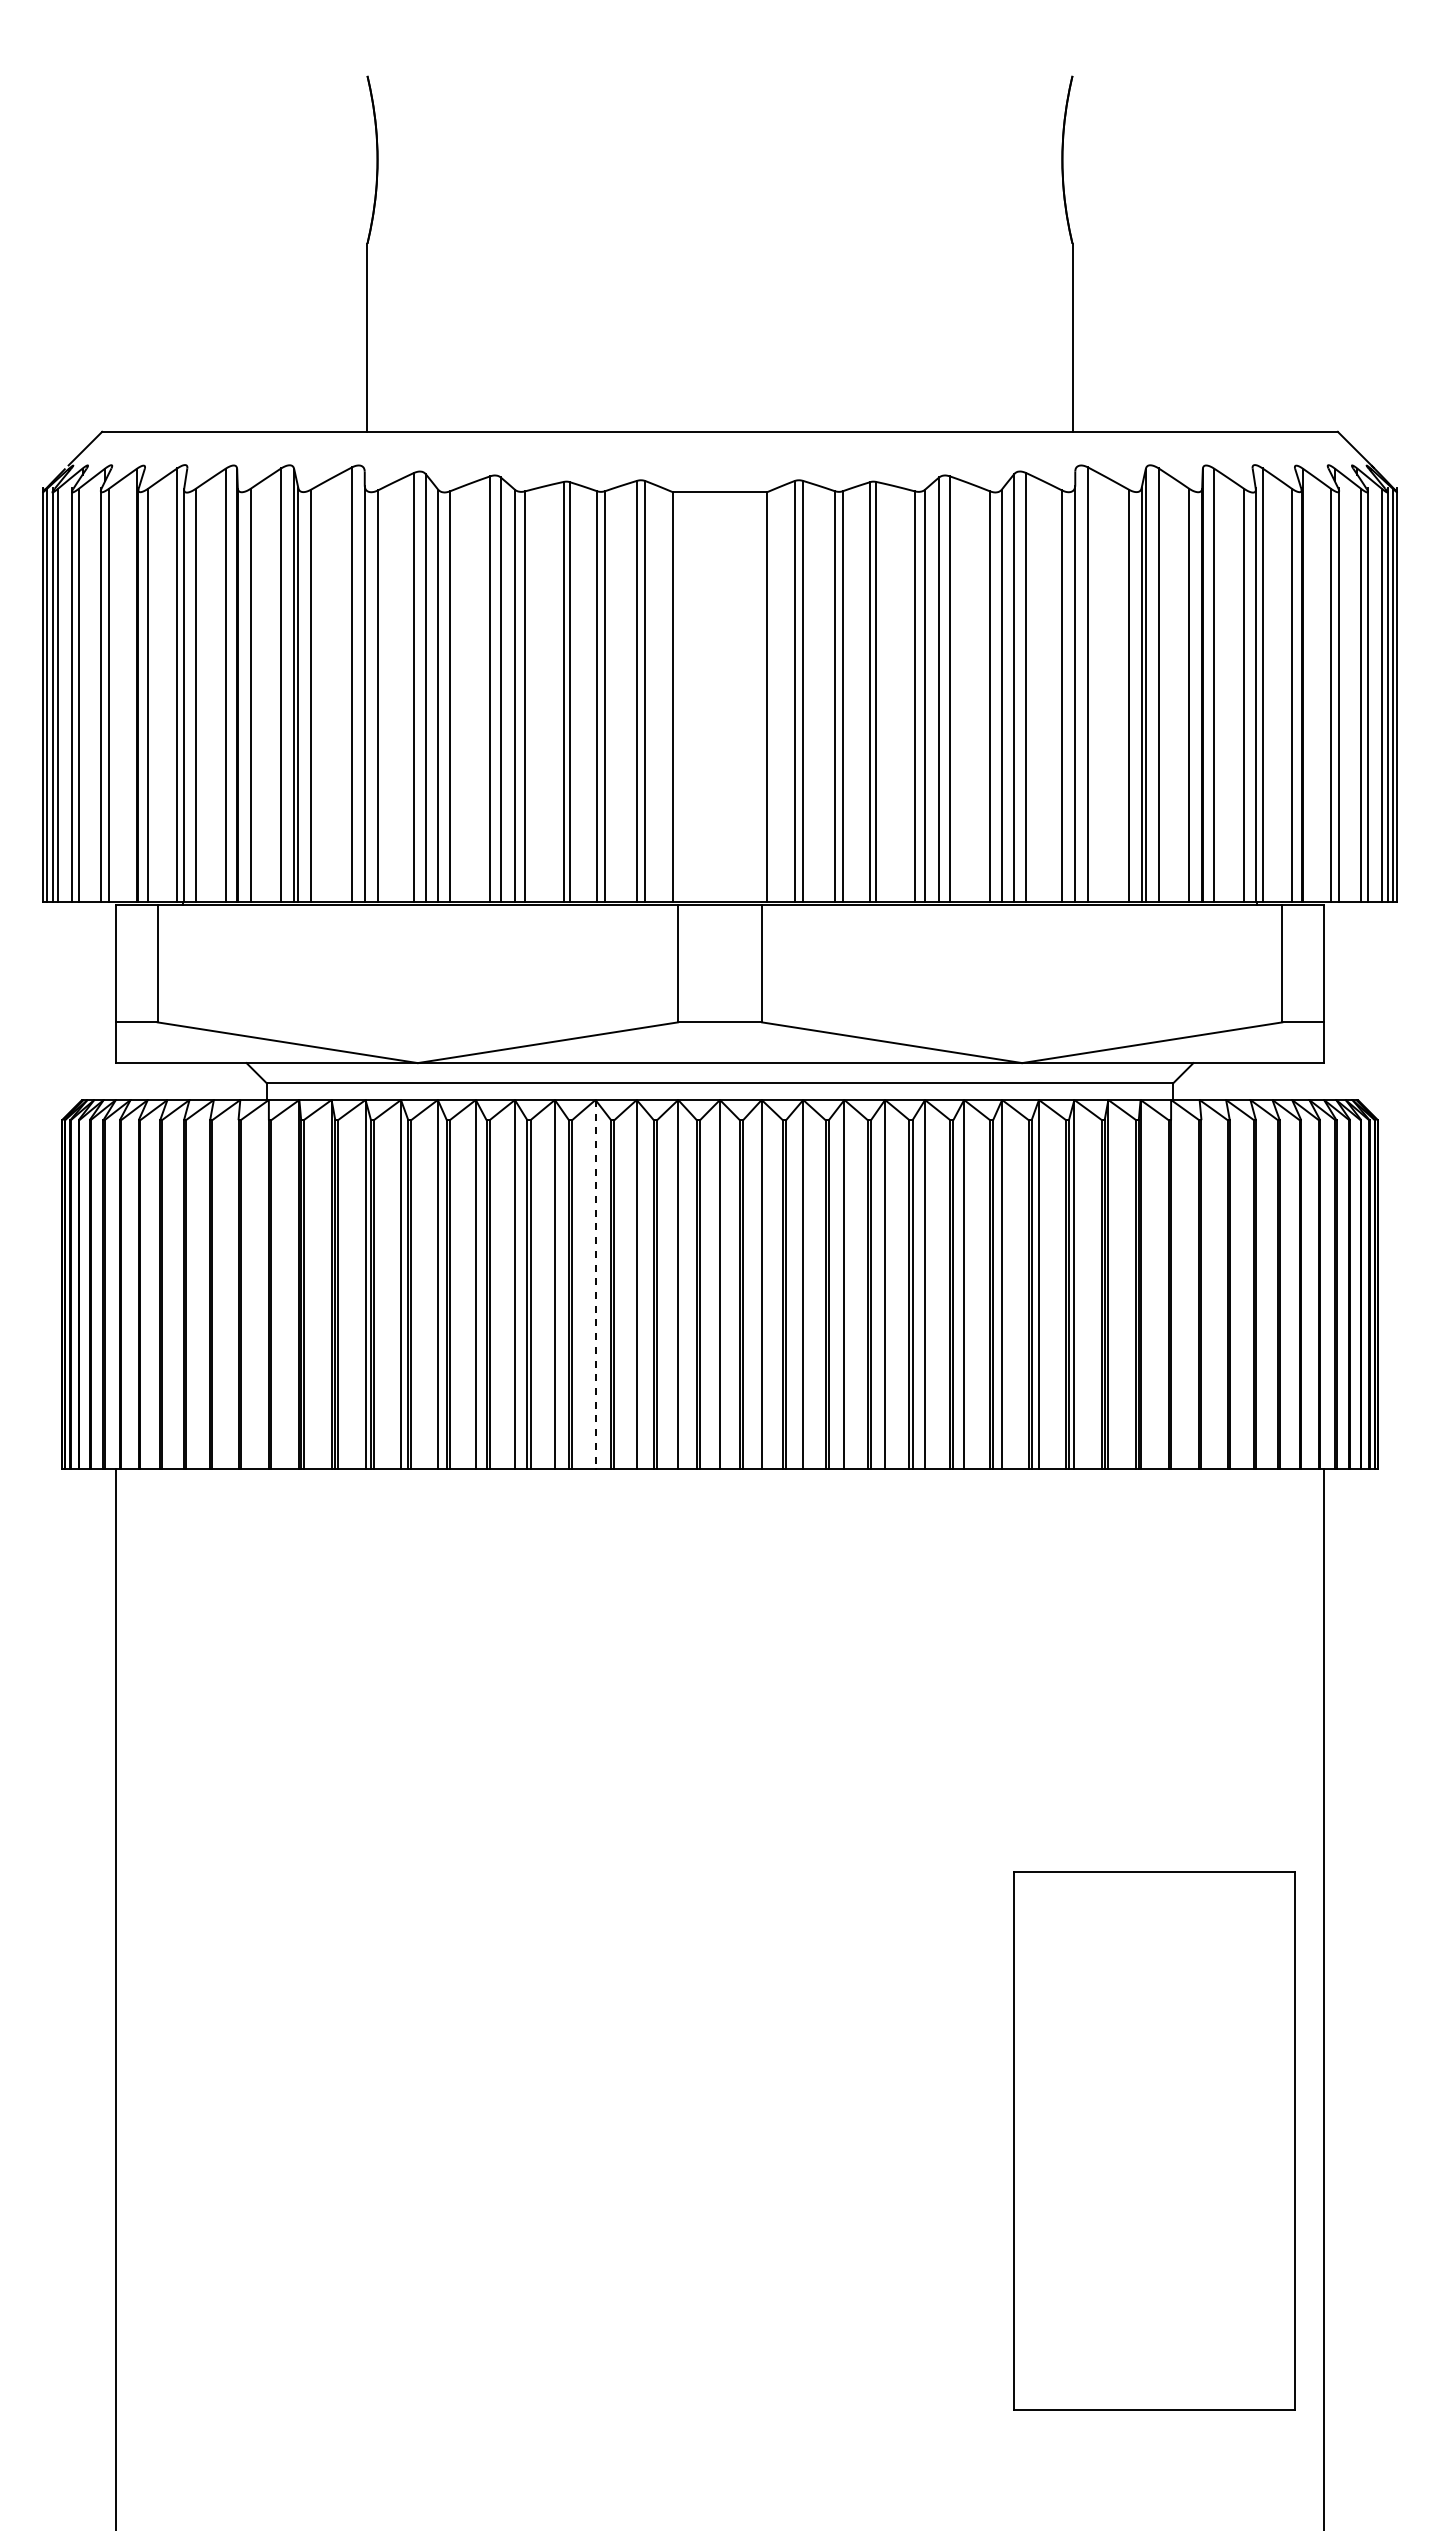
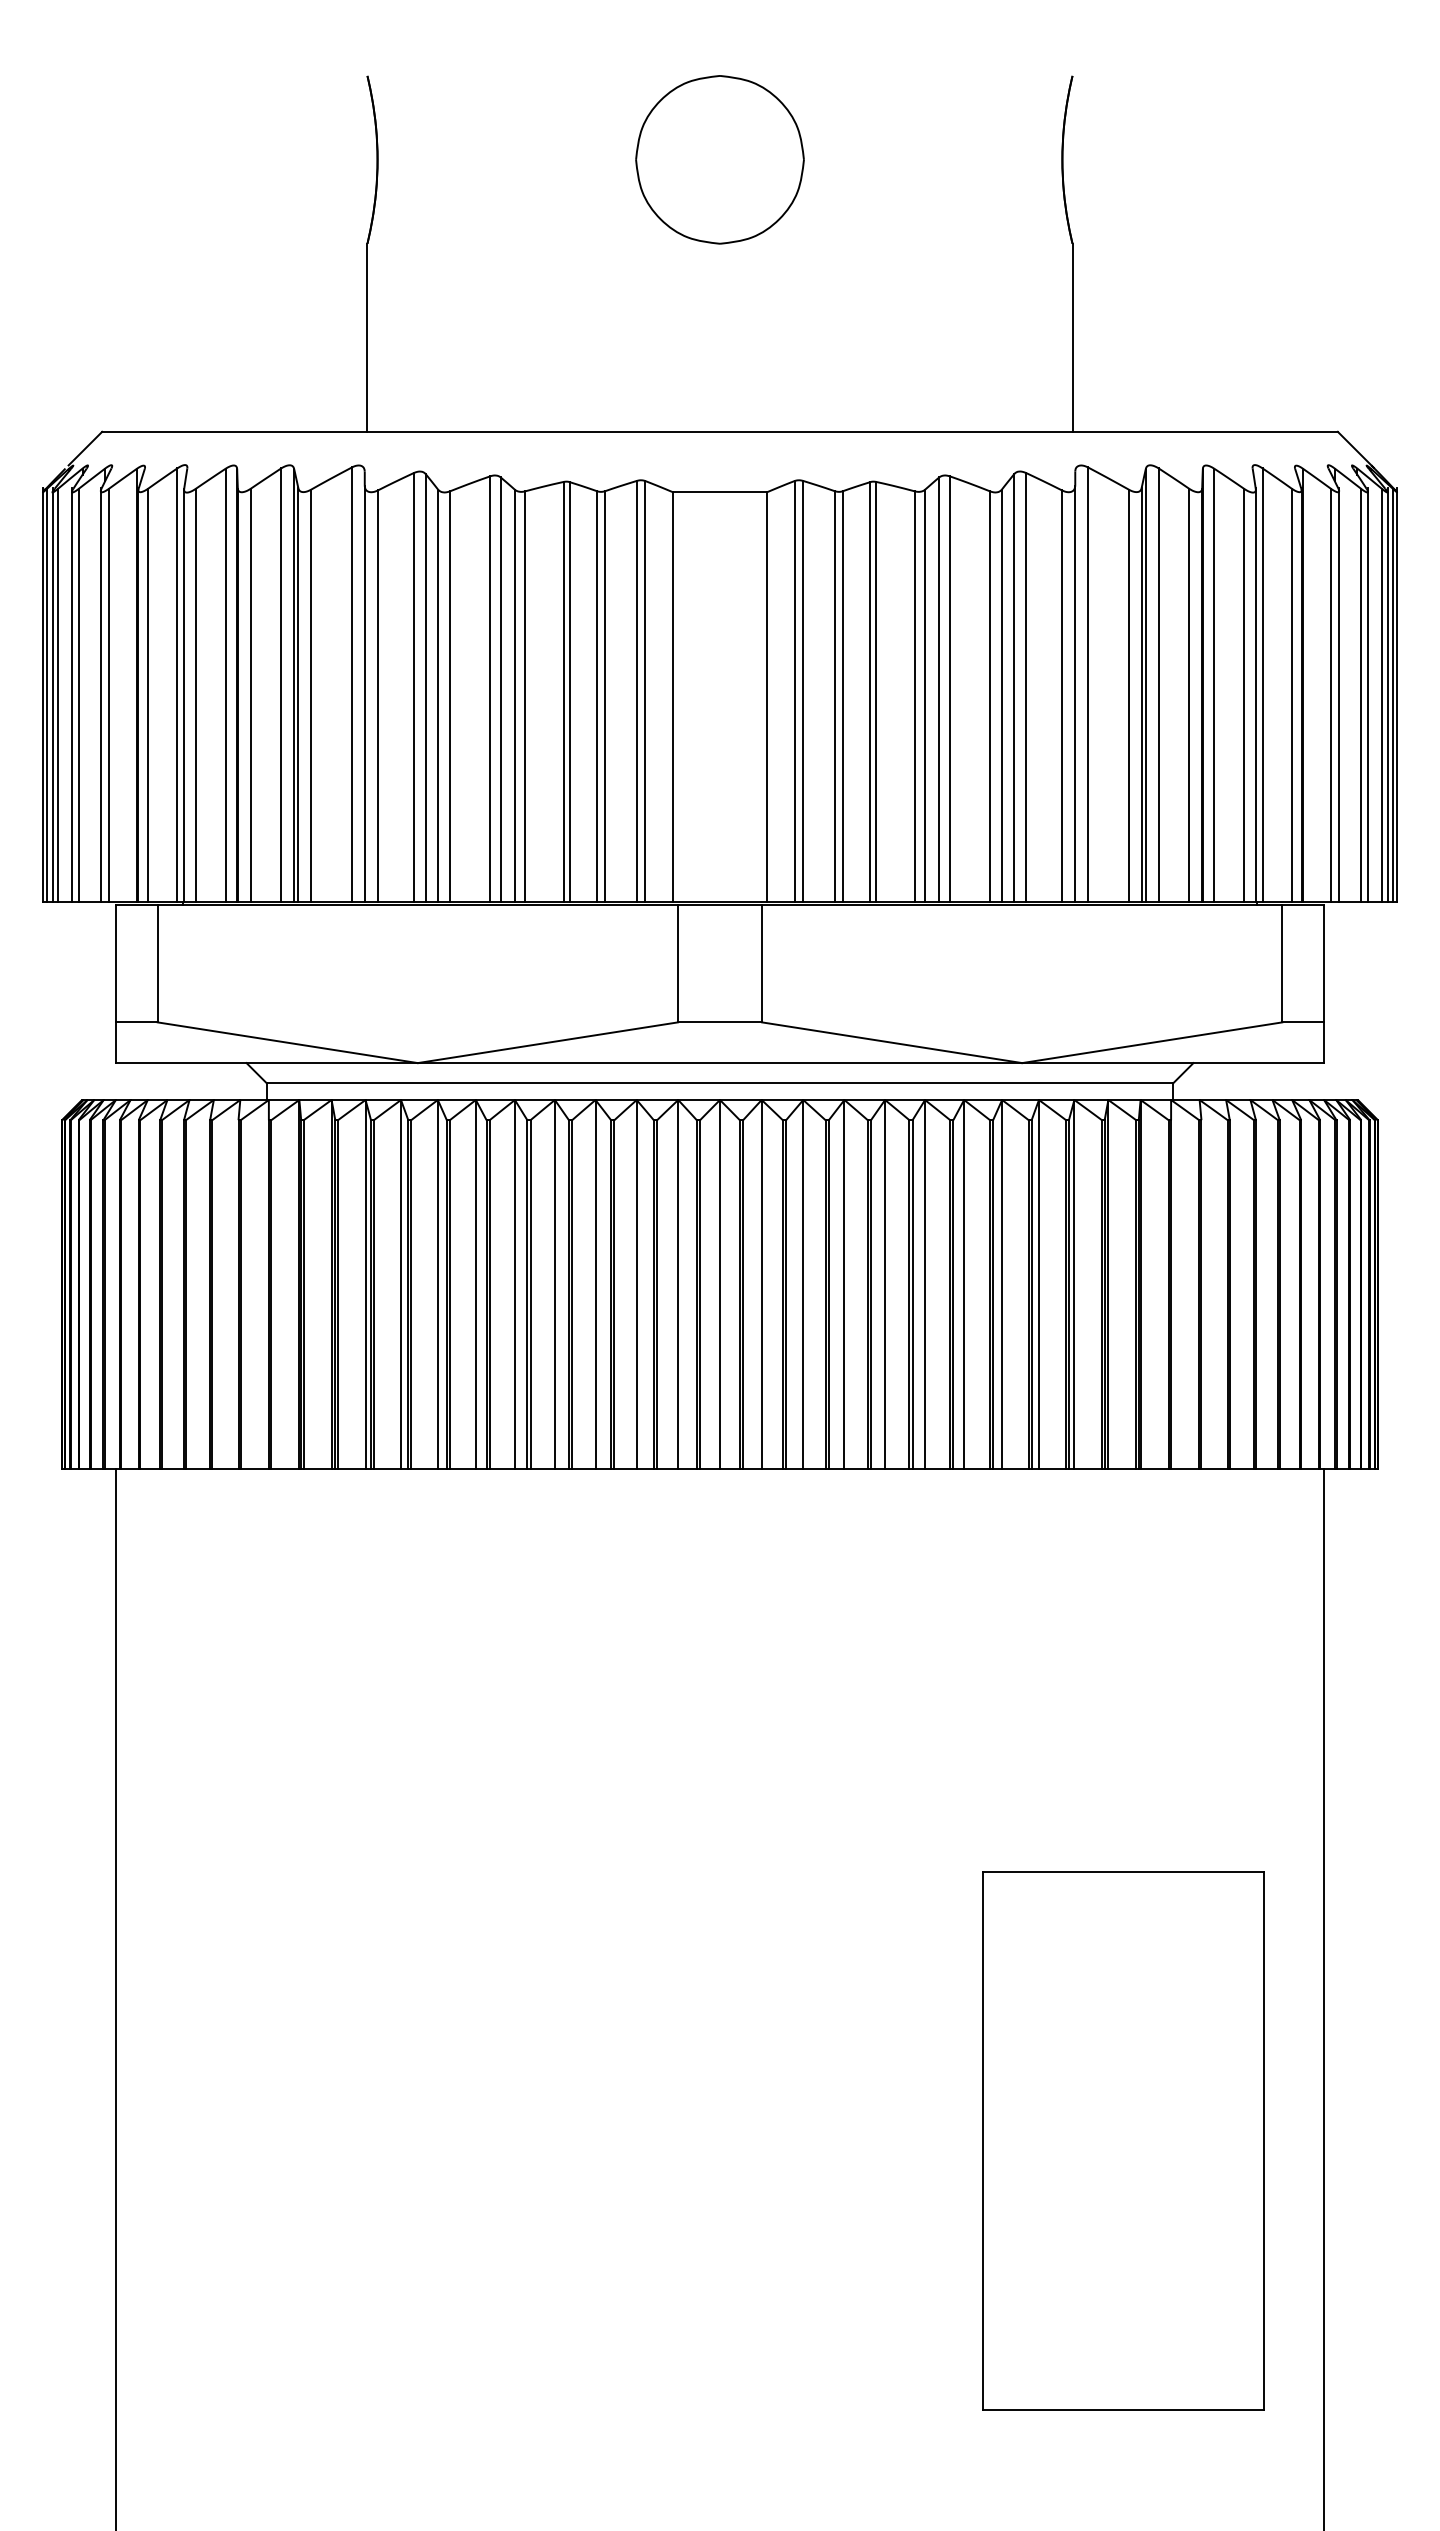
part at (719, 159): none -> present
line at (595, 1284): dashed -> solid
part at (1154, 2140) position: (1154, 2140) -> (1123, 2140)
